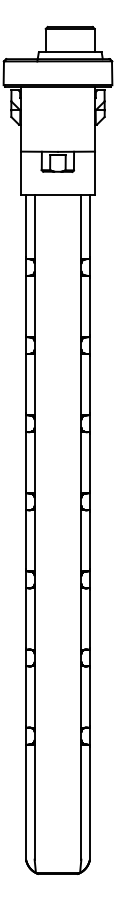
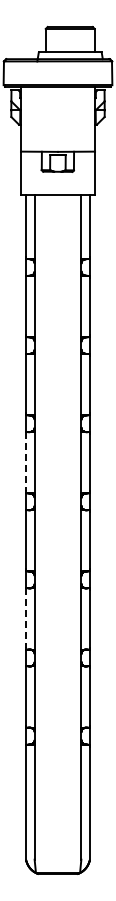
line at (26, 461): solid -> dashed
line at (26, 617): solid -> dashed
